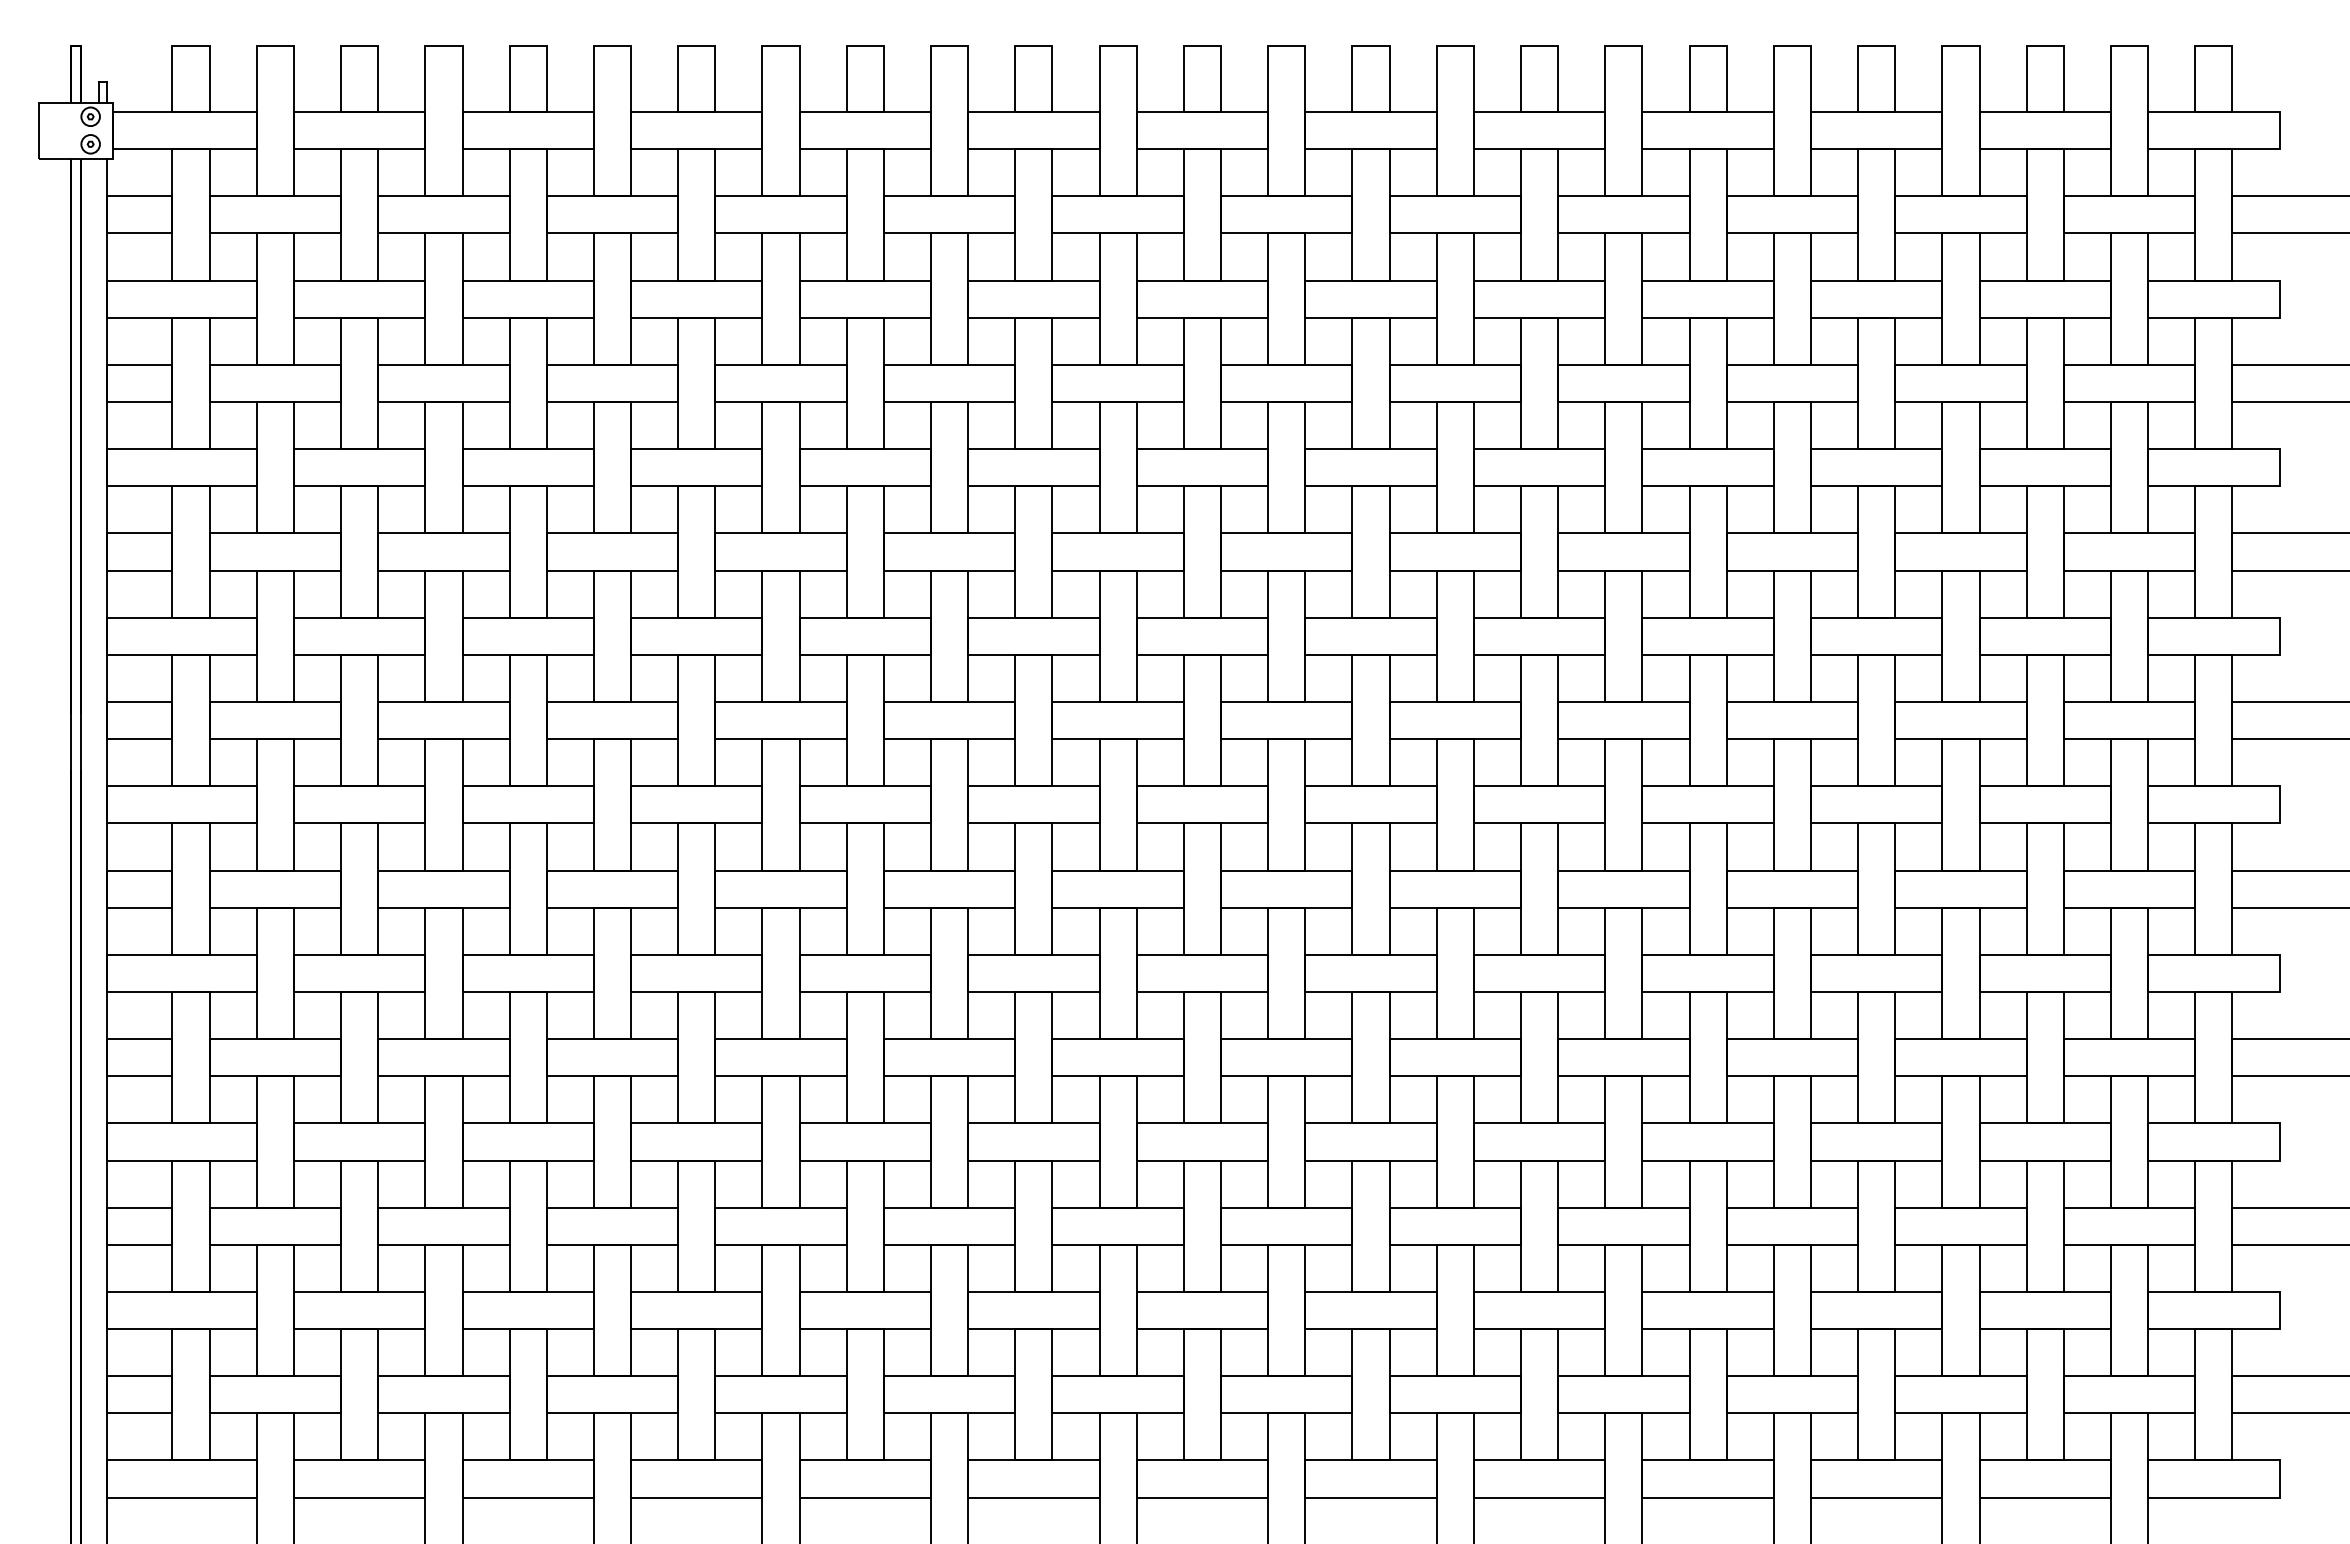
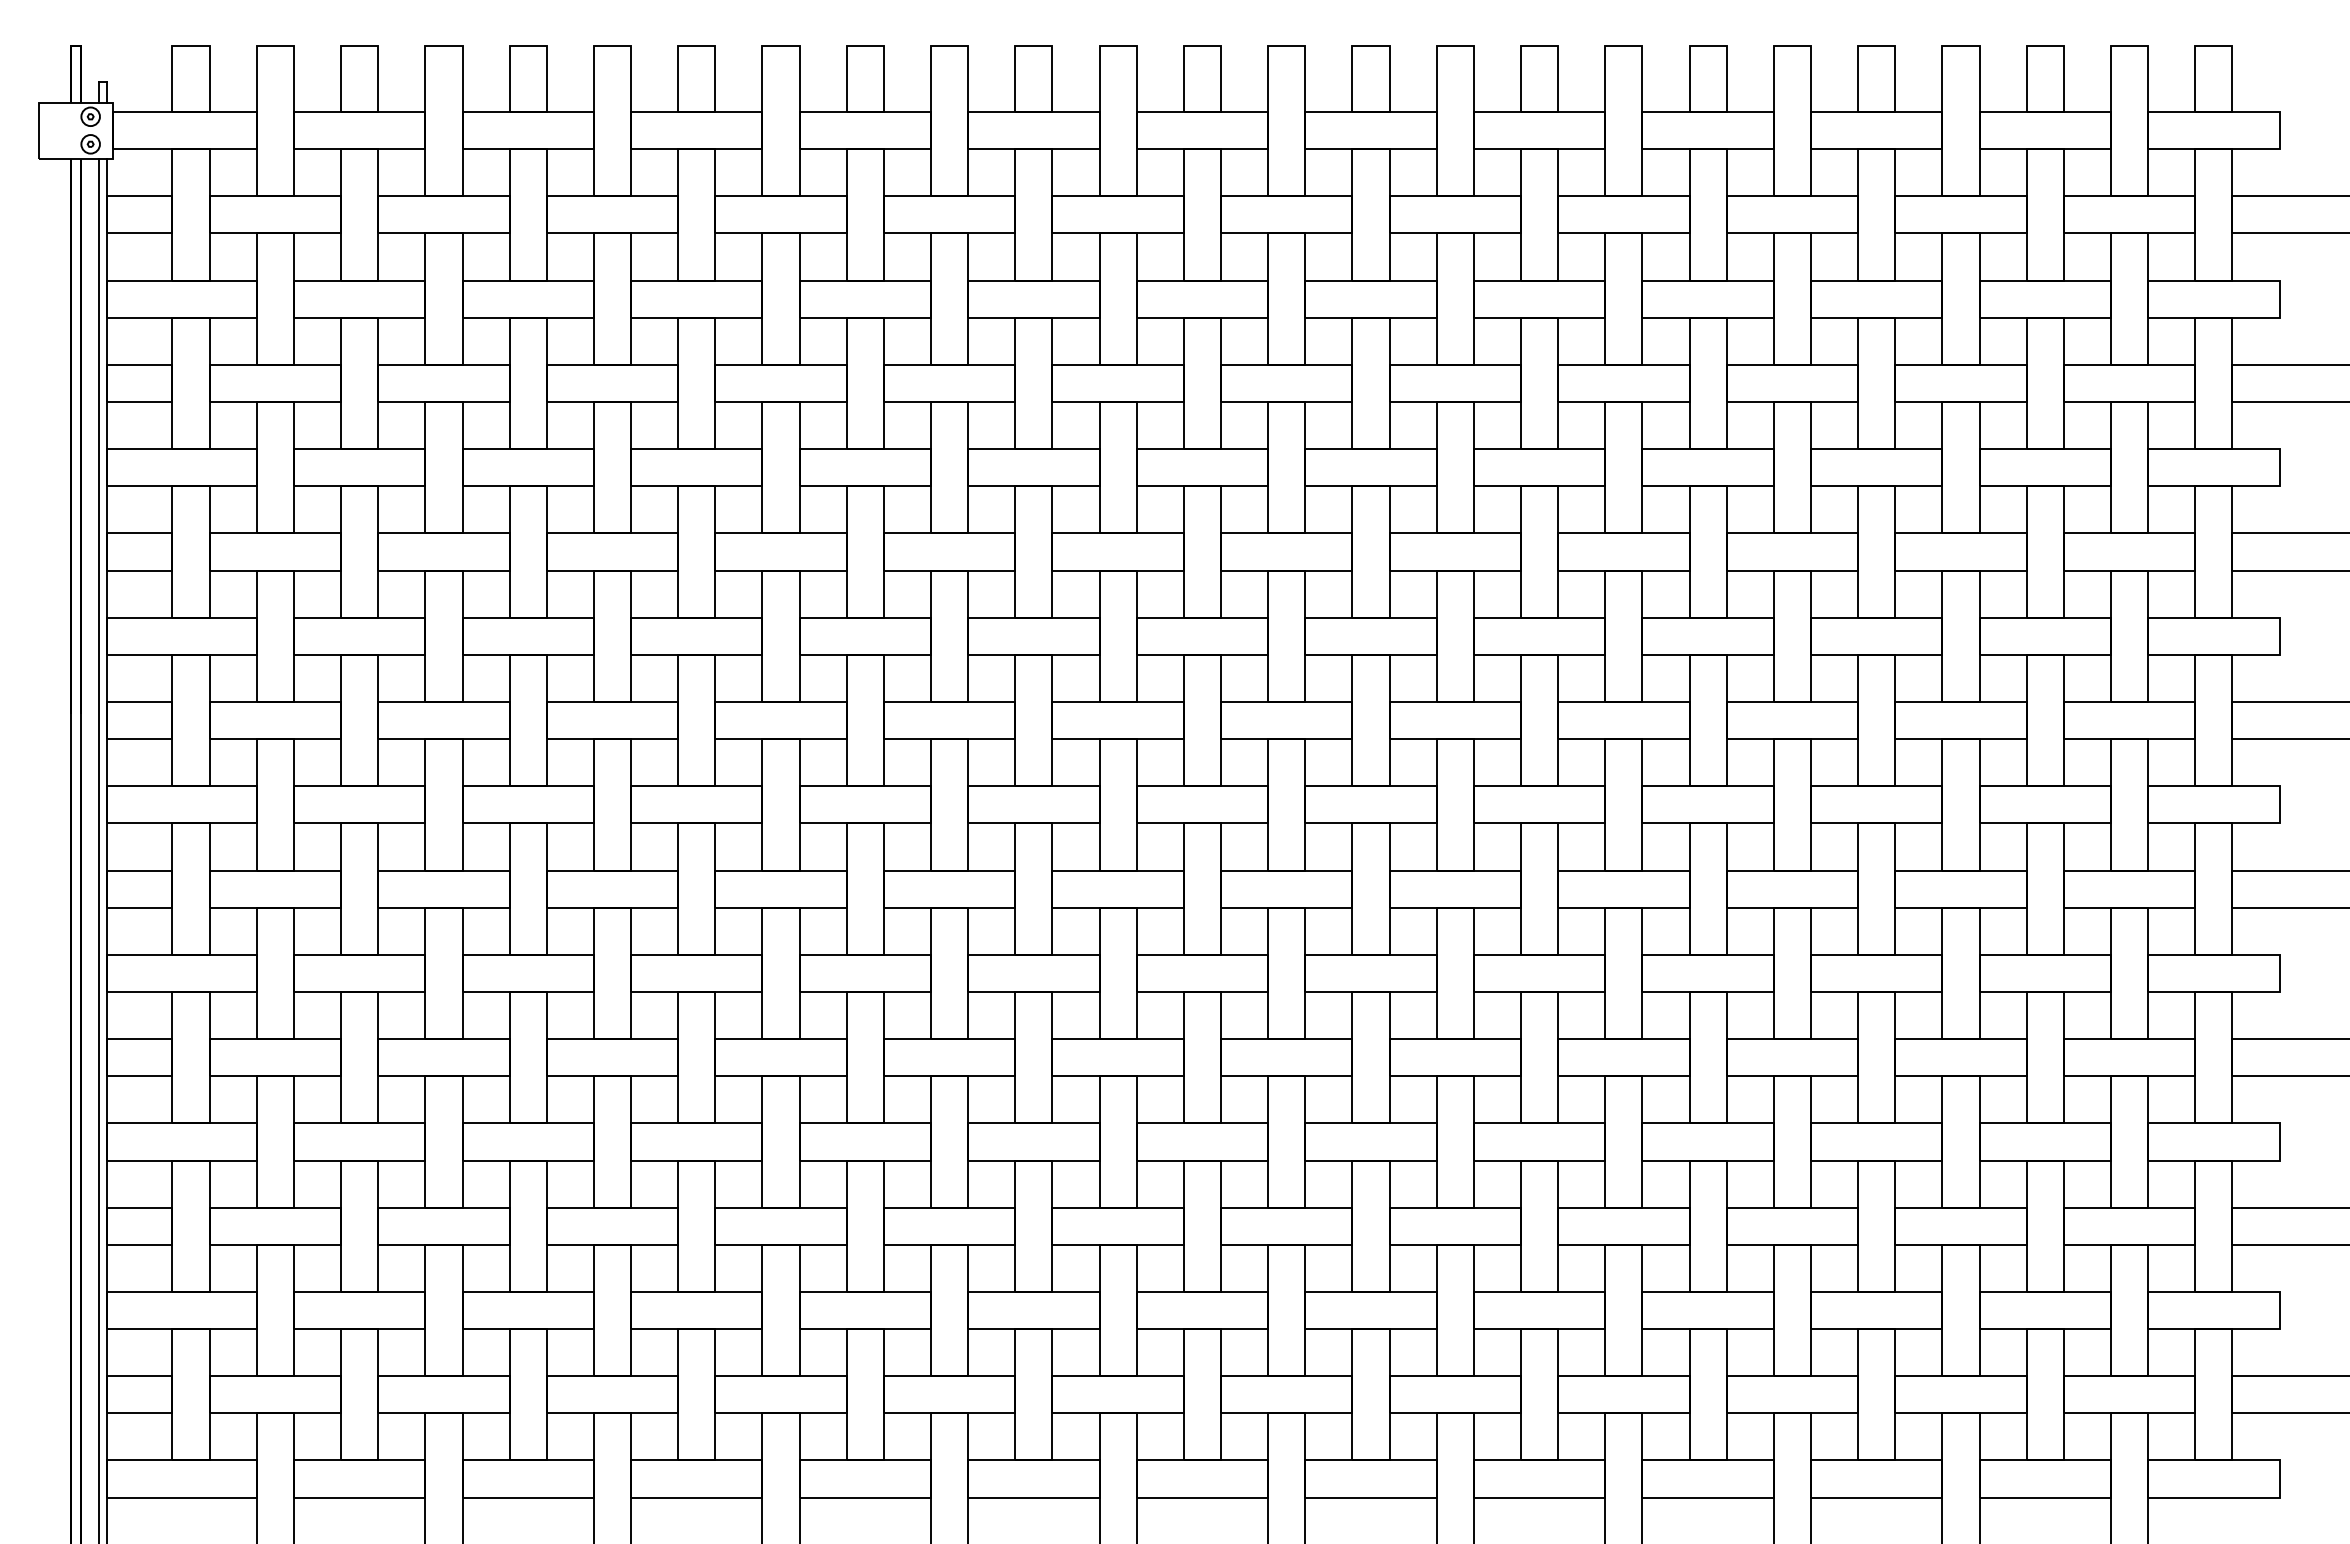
line at (99, 849): none -> present
